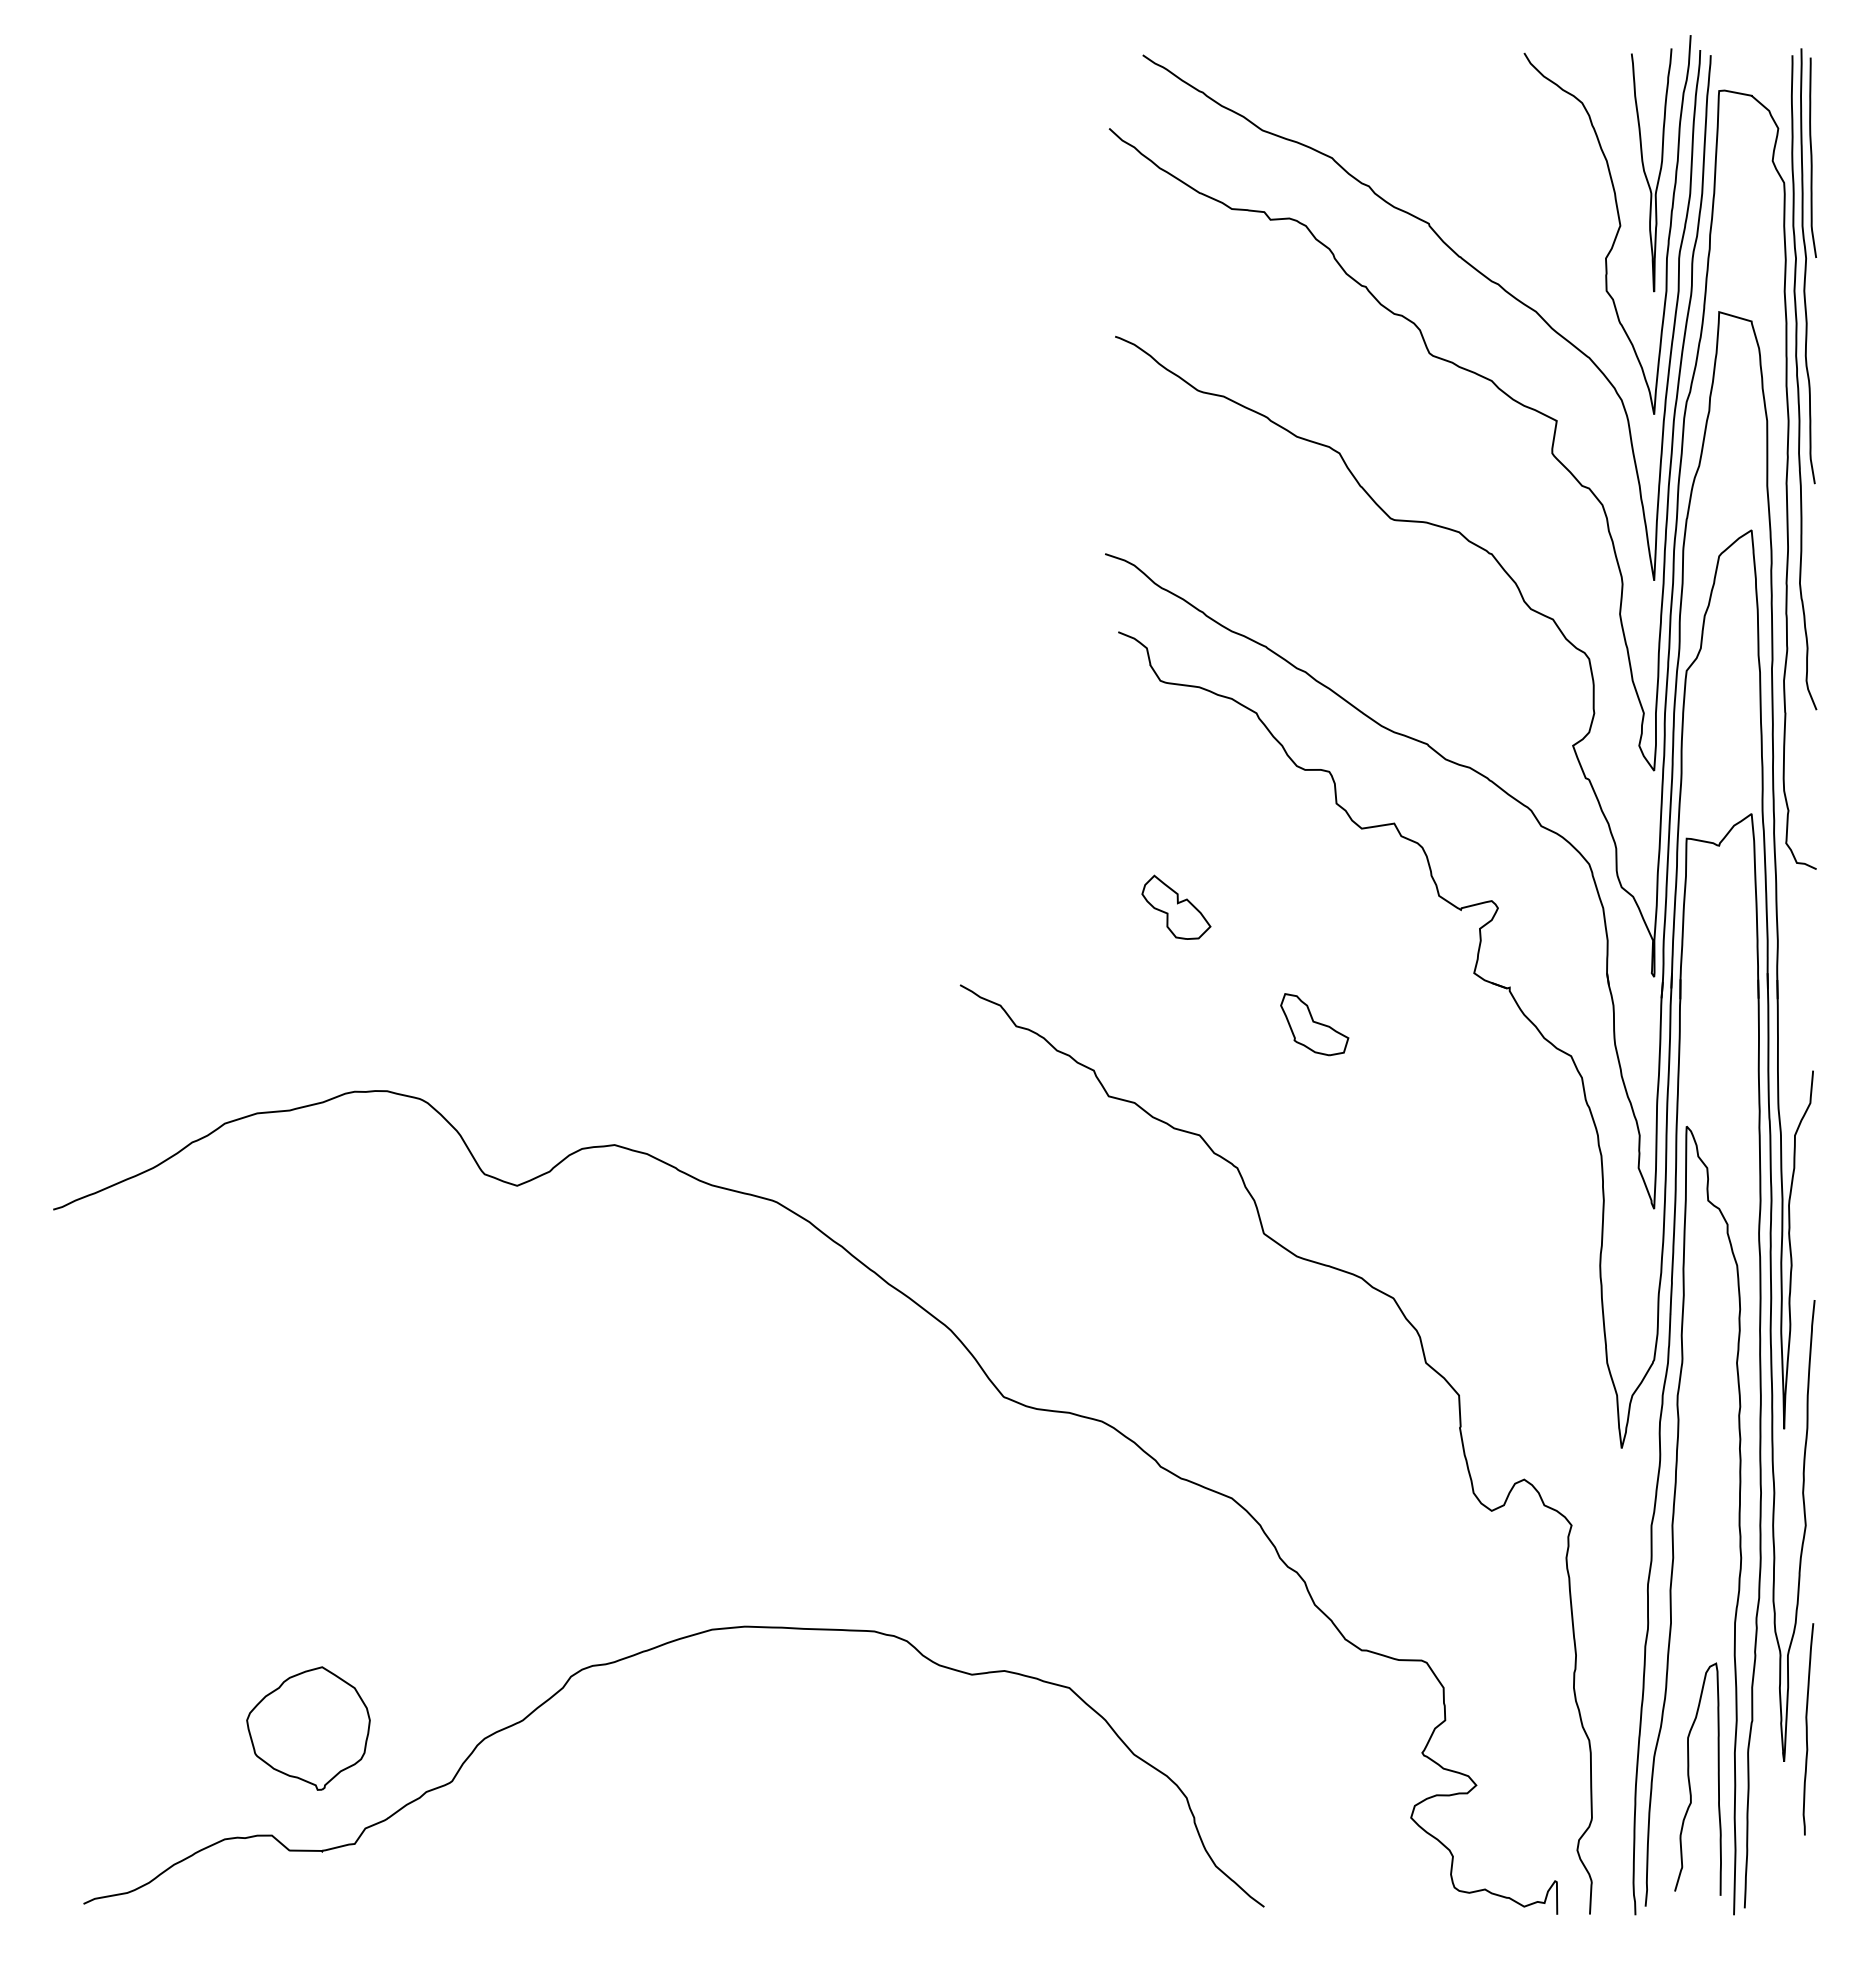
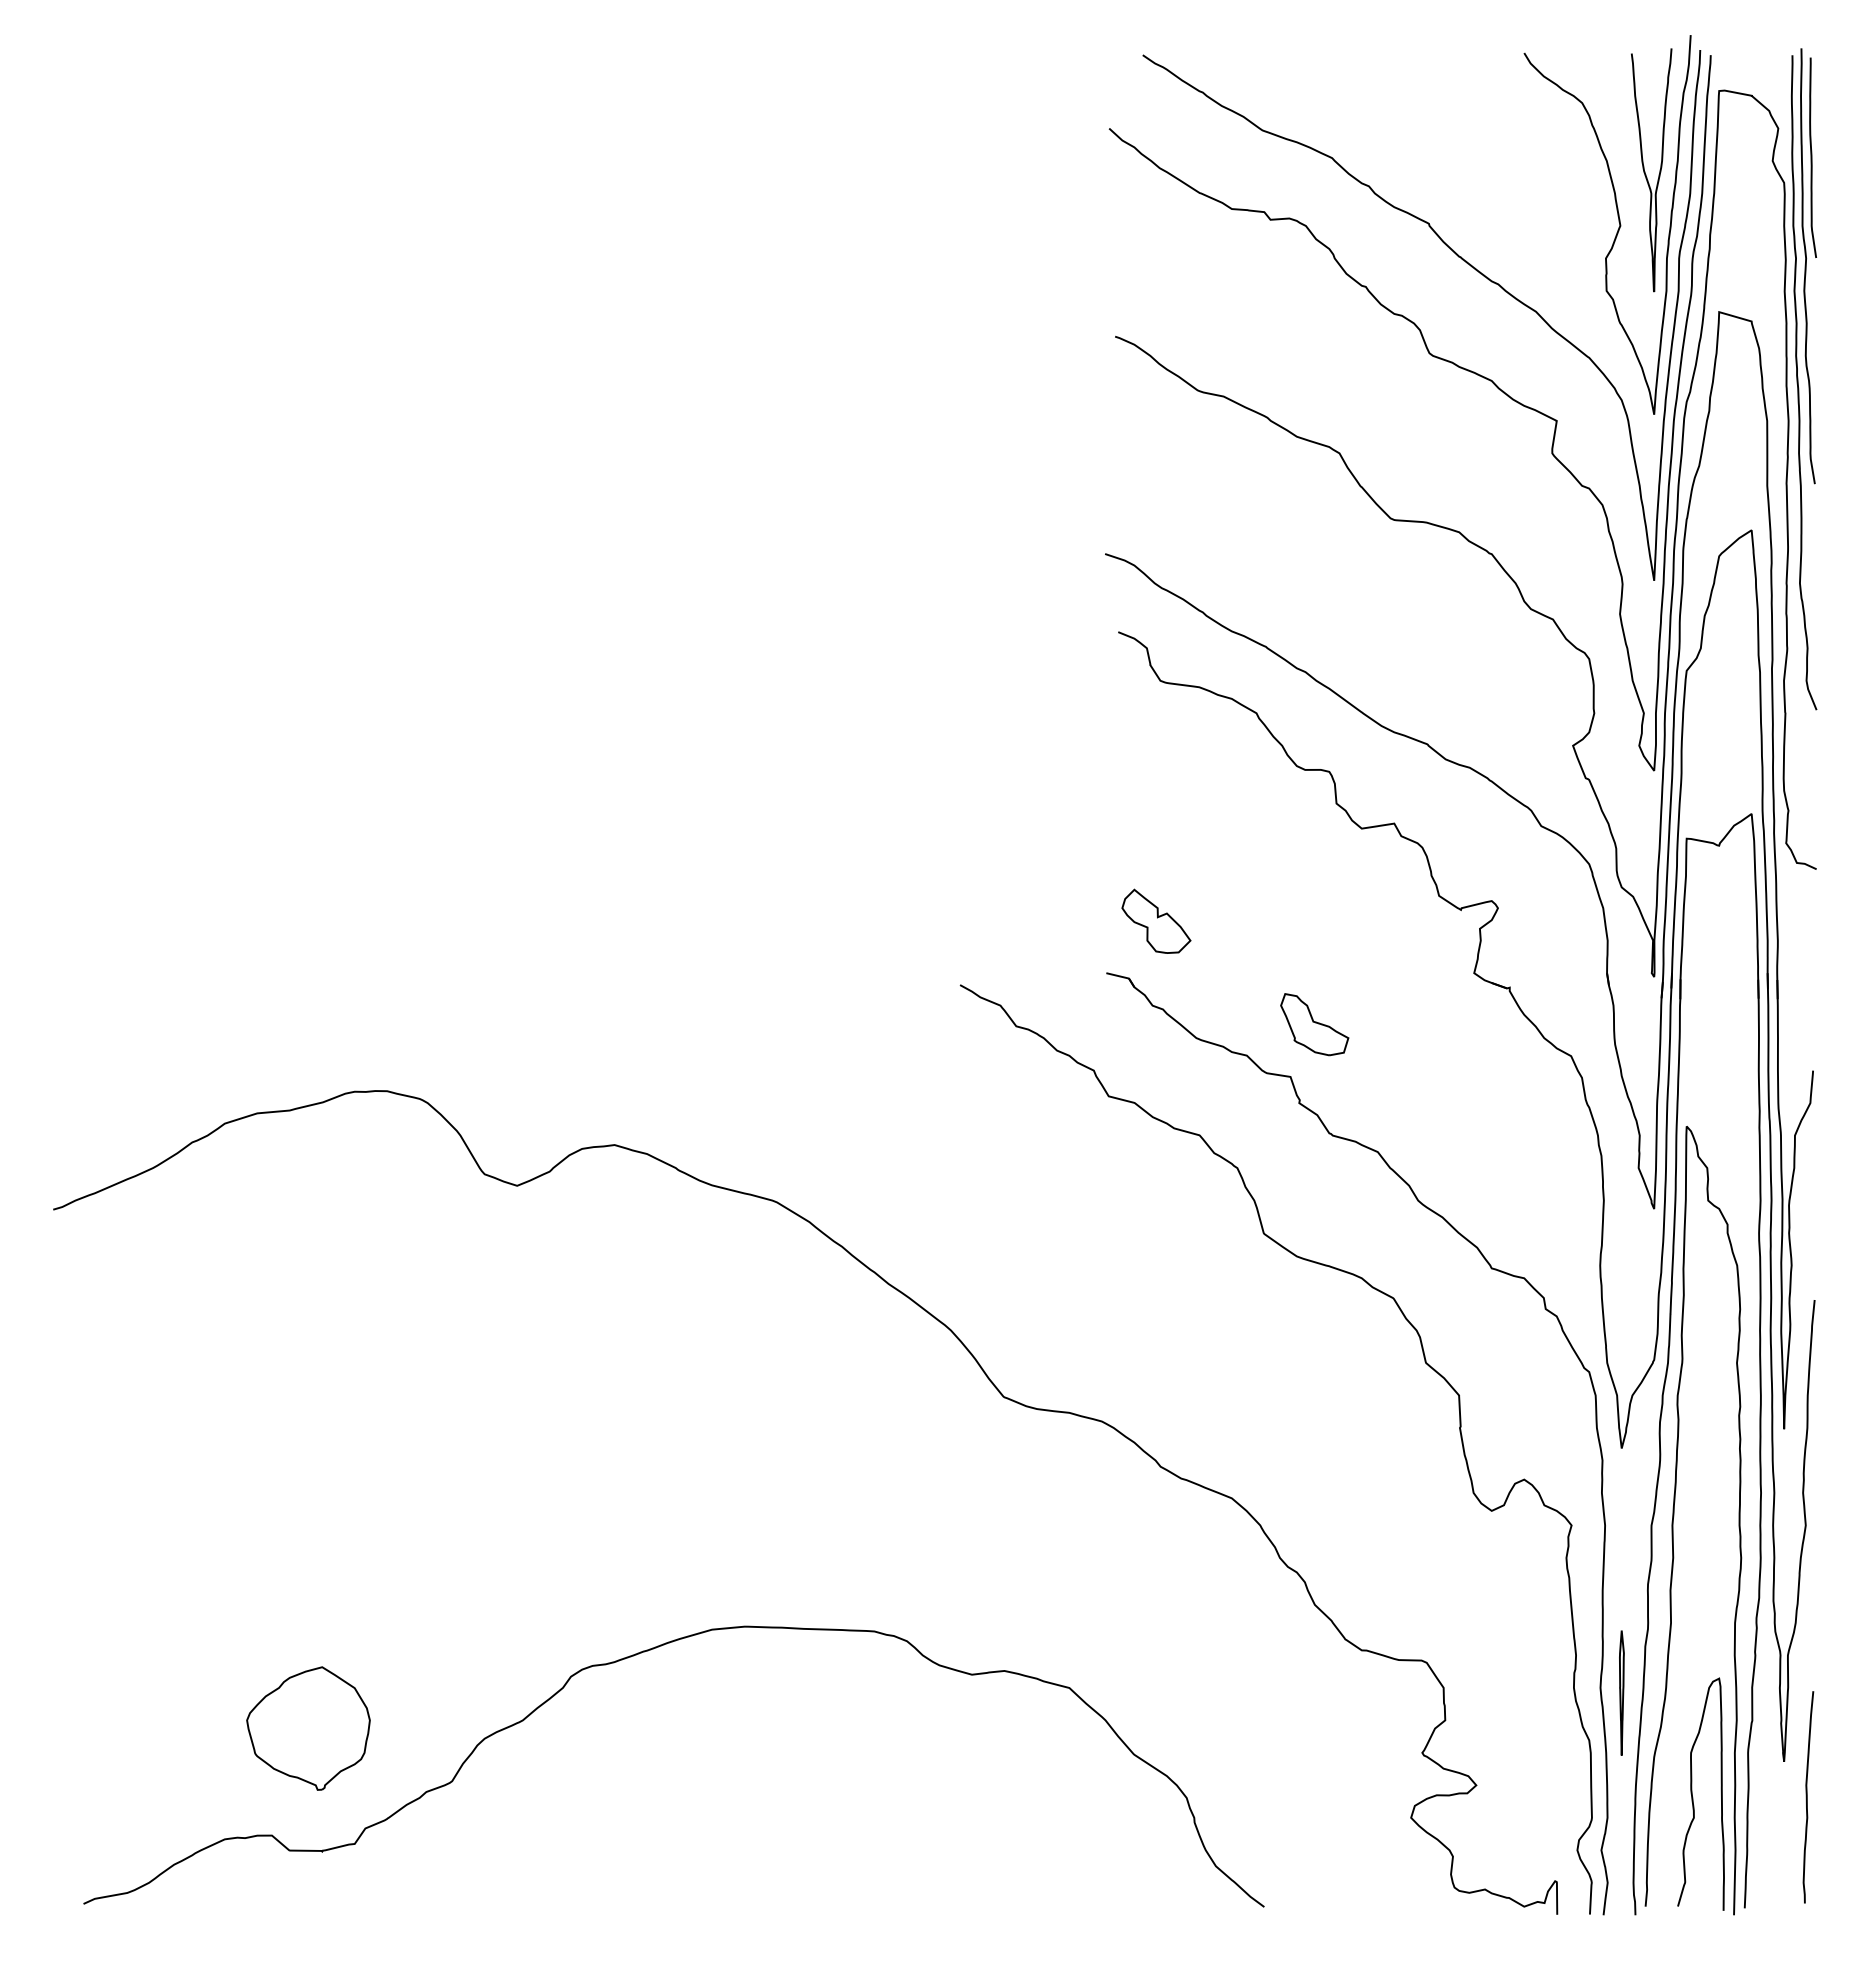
part at (1176, 906) position: (1176, 906) -> (1156, 920)
part at (1491, 1269): none -> present
part at (1621, 1692): none -> present
curve at (1807, 1729) position: (1807, 1729) -> (1807, 1797)
curve at (1689, 1778) position: (1689, 1778) -> (1692, 1793)
